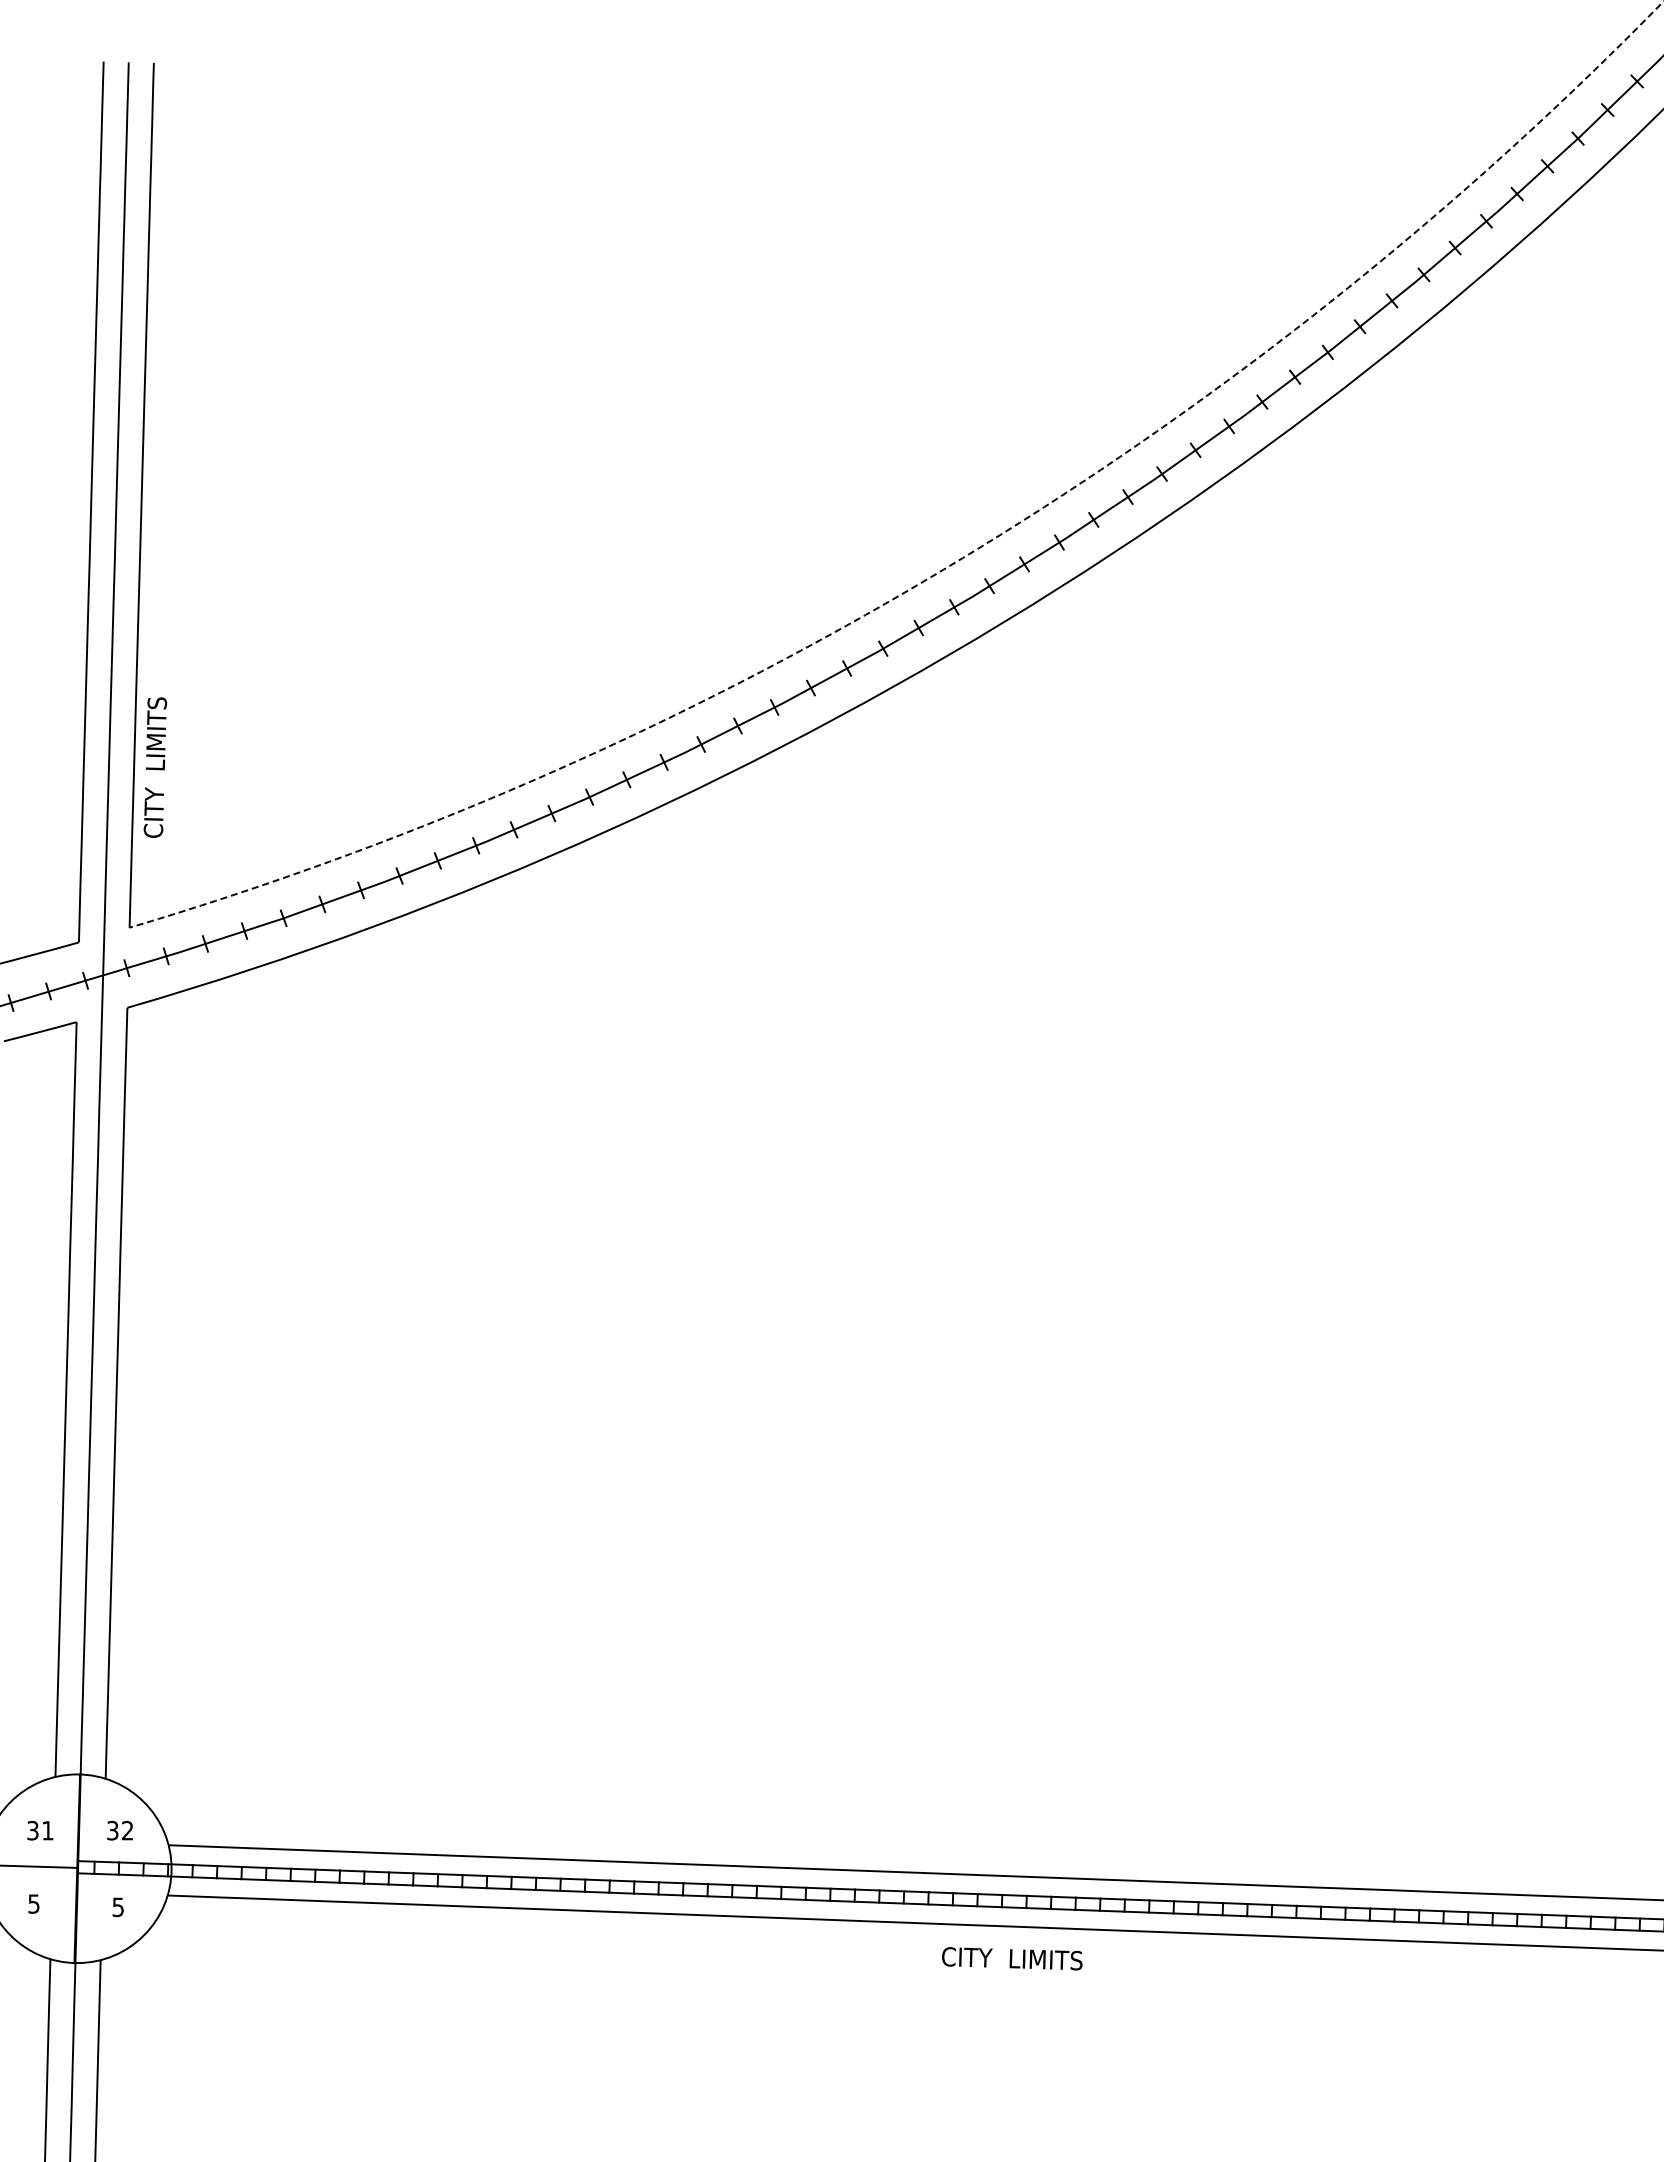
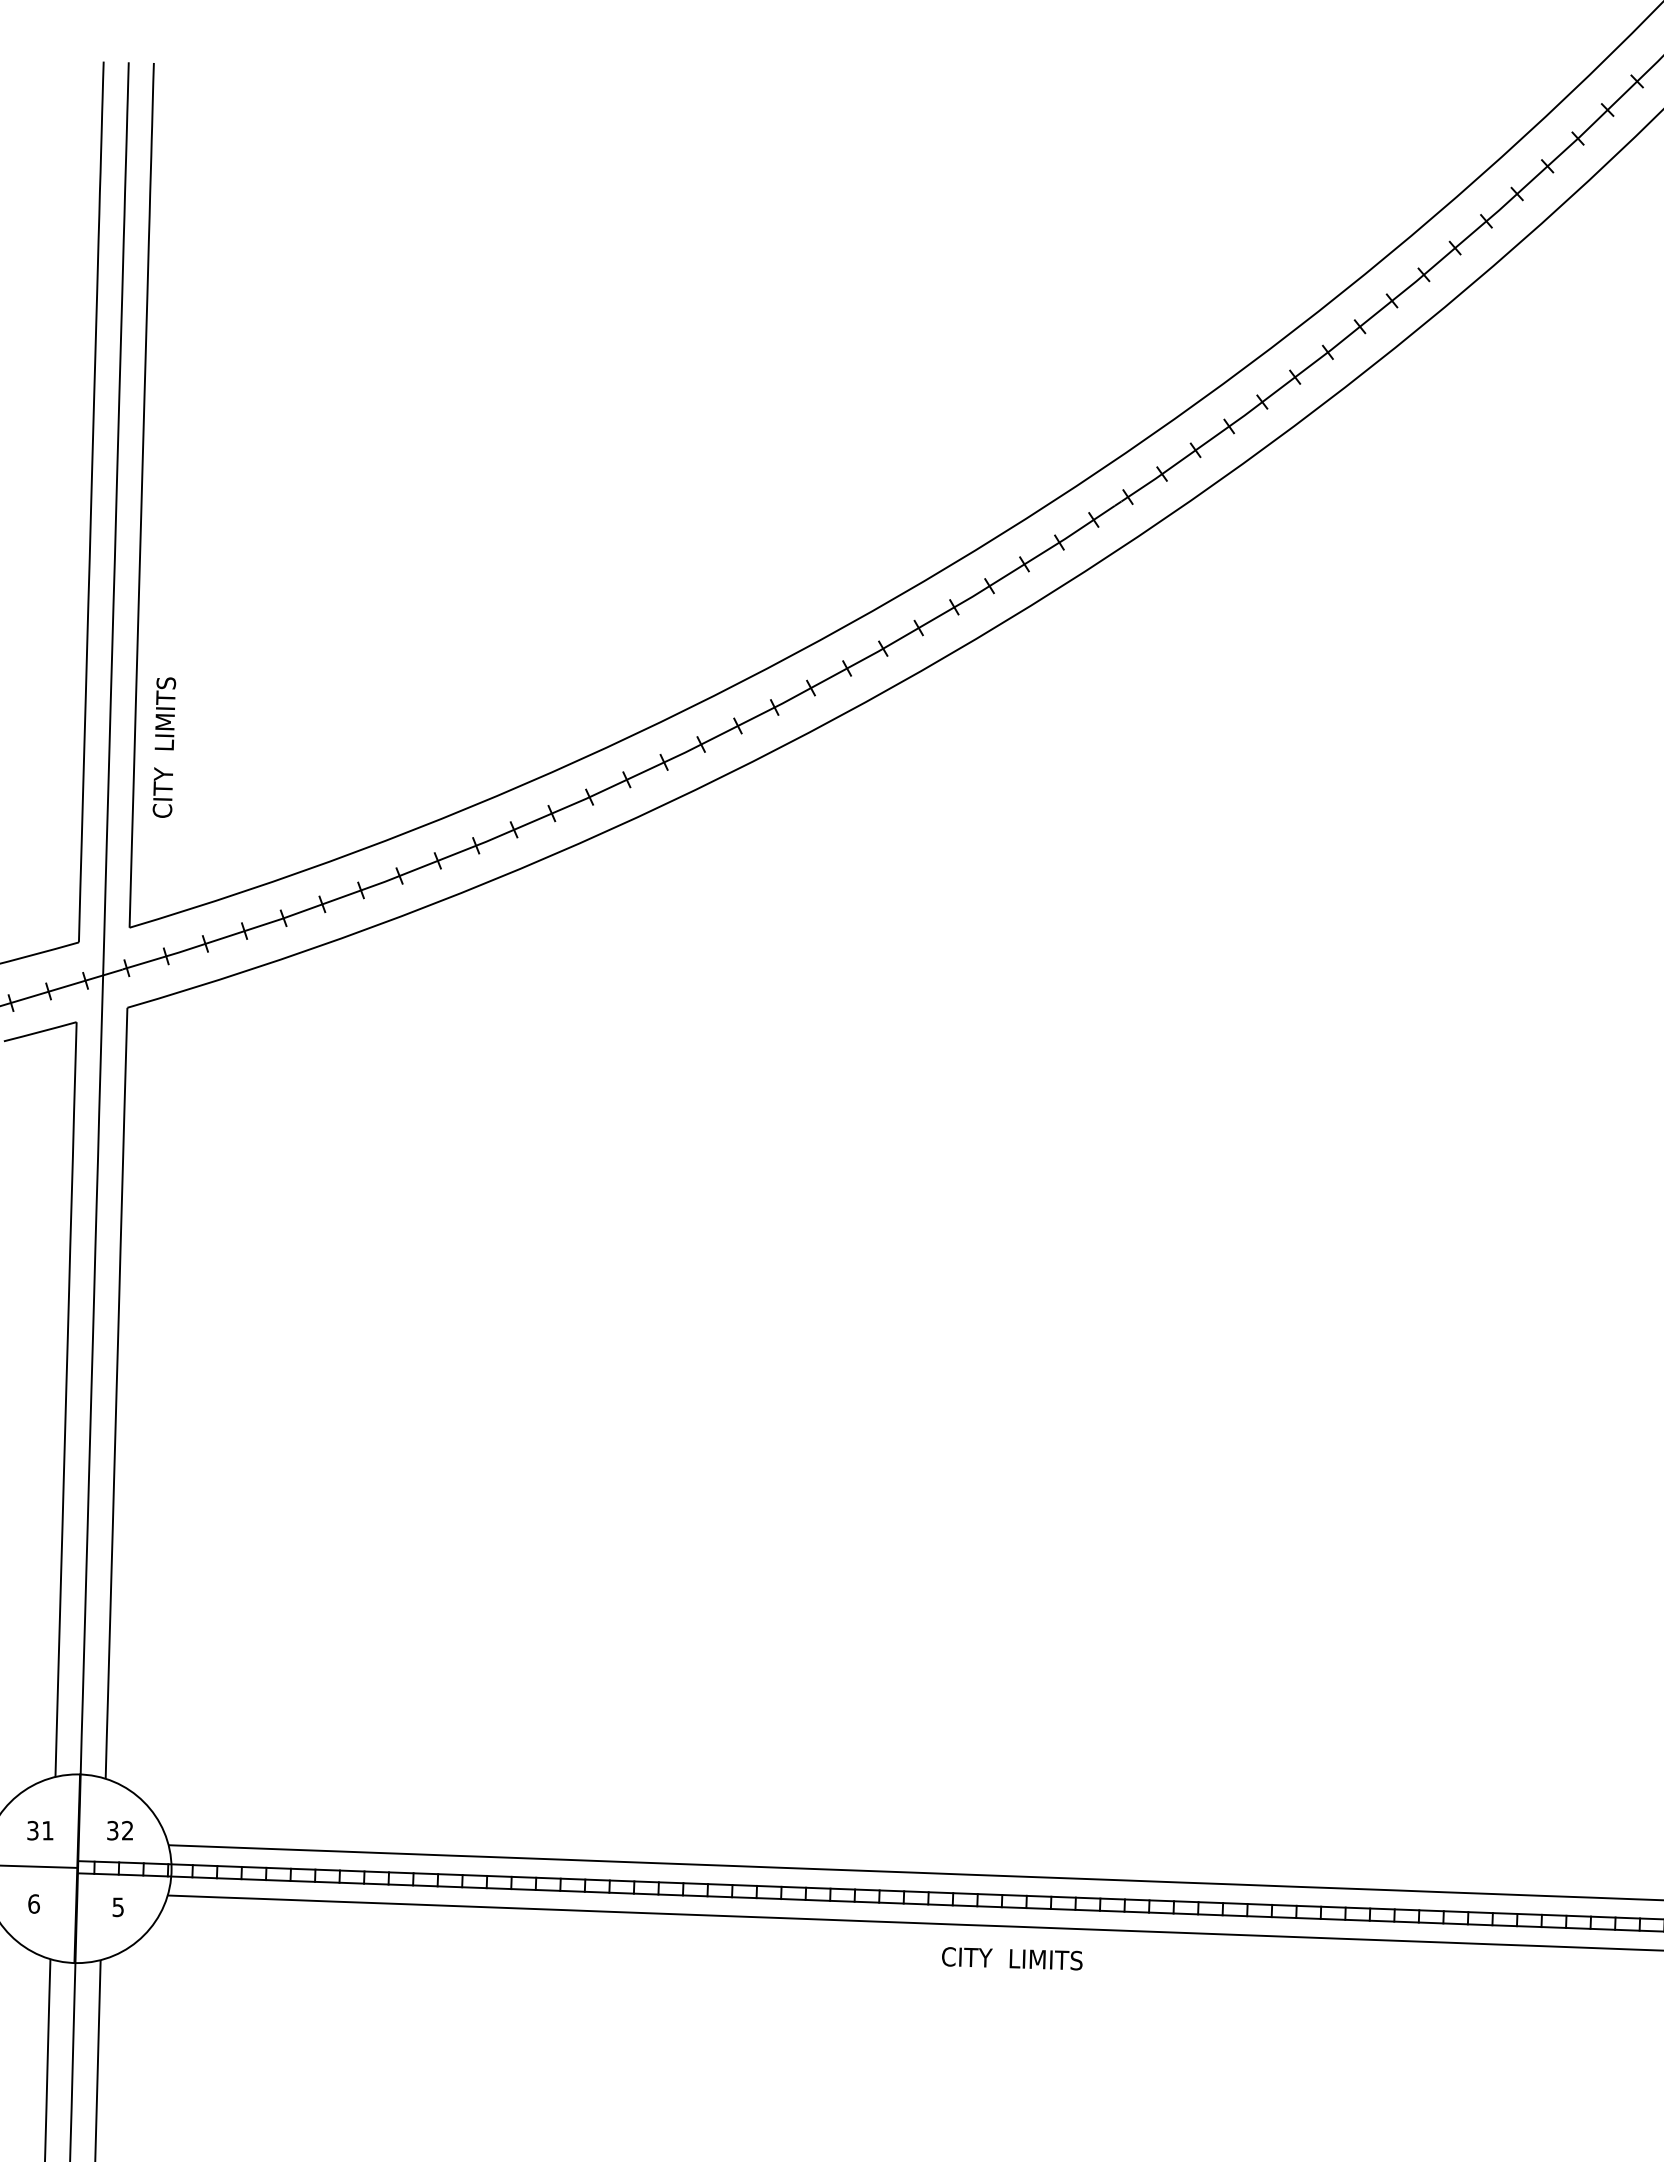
arc at (954, 562): dashed -> solid
text at (155, 767) position: (155, 767) -> (164, 747)
text at (33, 1903): 5 -> 6
